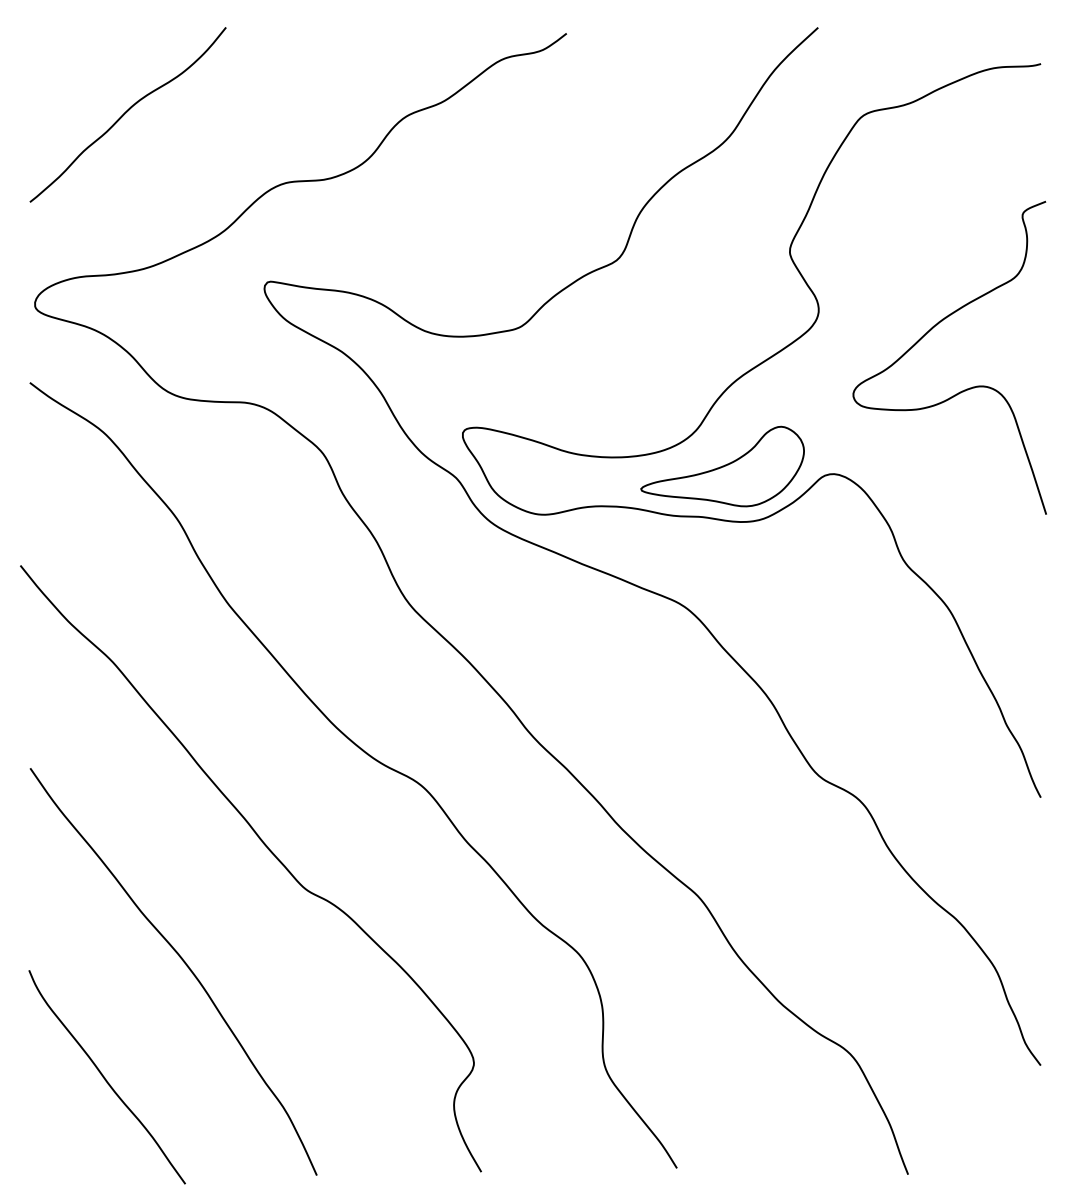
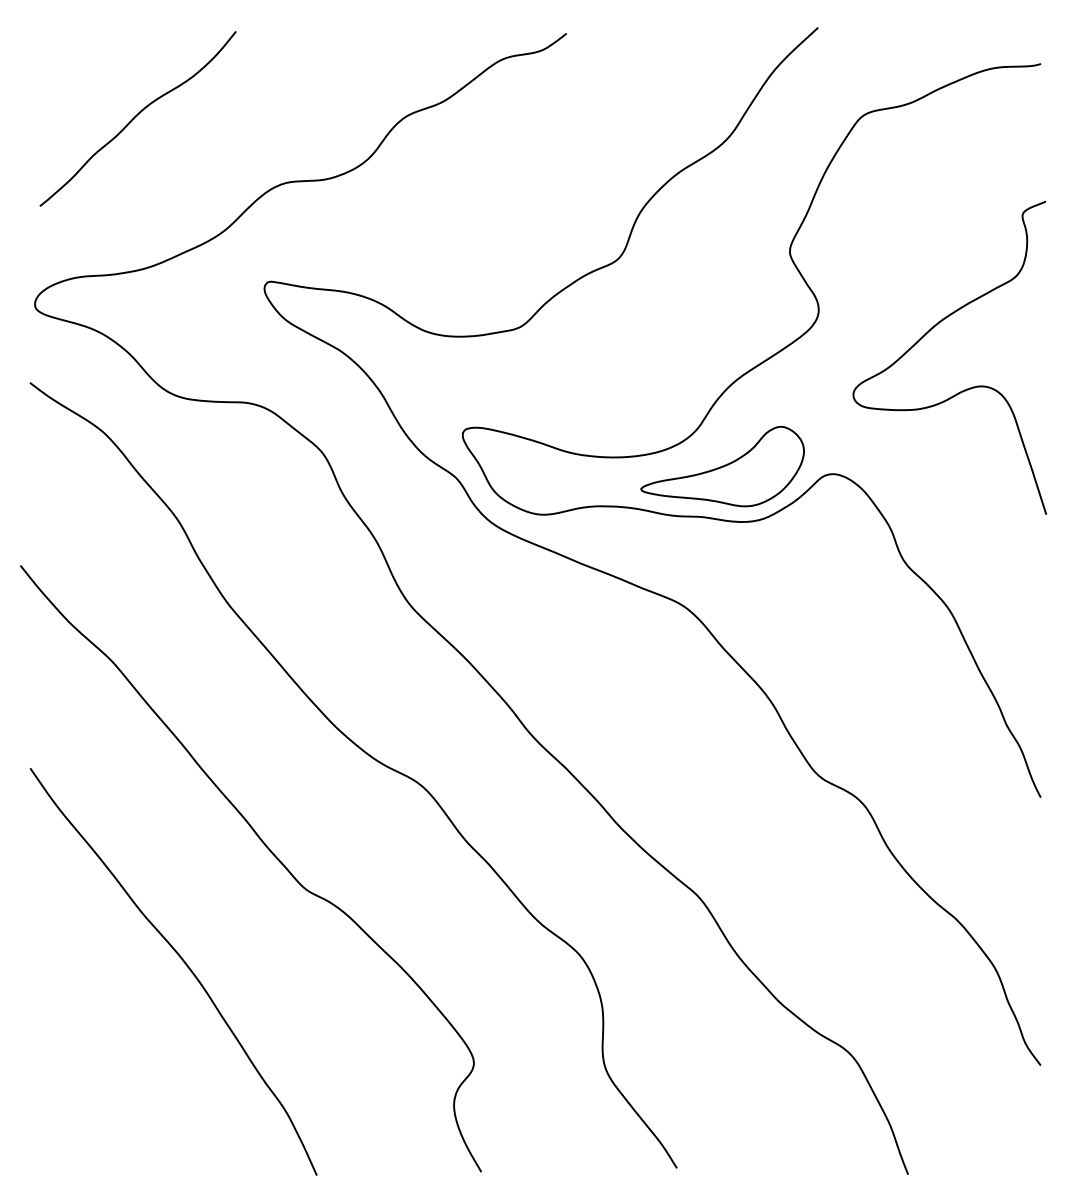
curve at (126, 113) position: (126, 113) -> (136, 117)
curve at (105, 1077): present -> none
